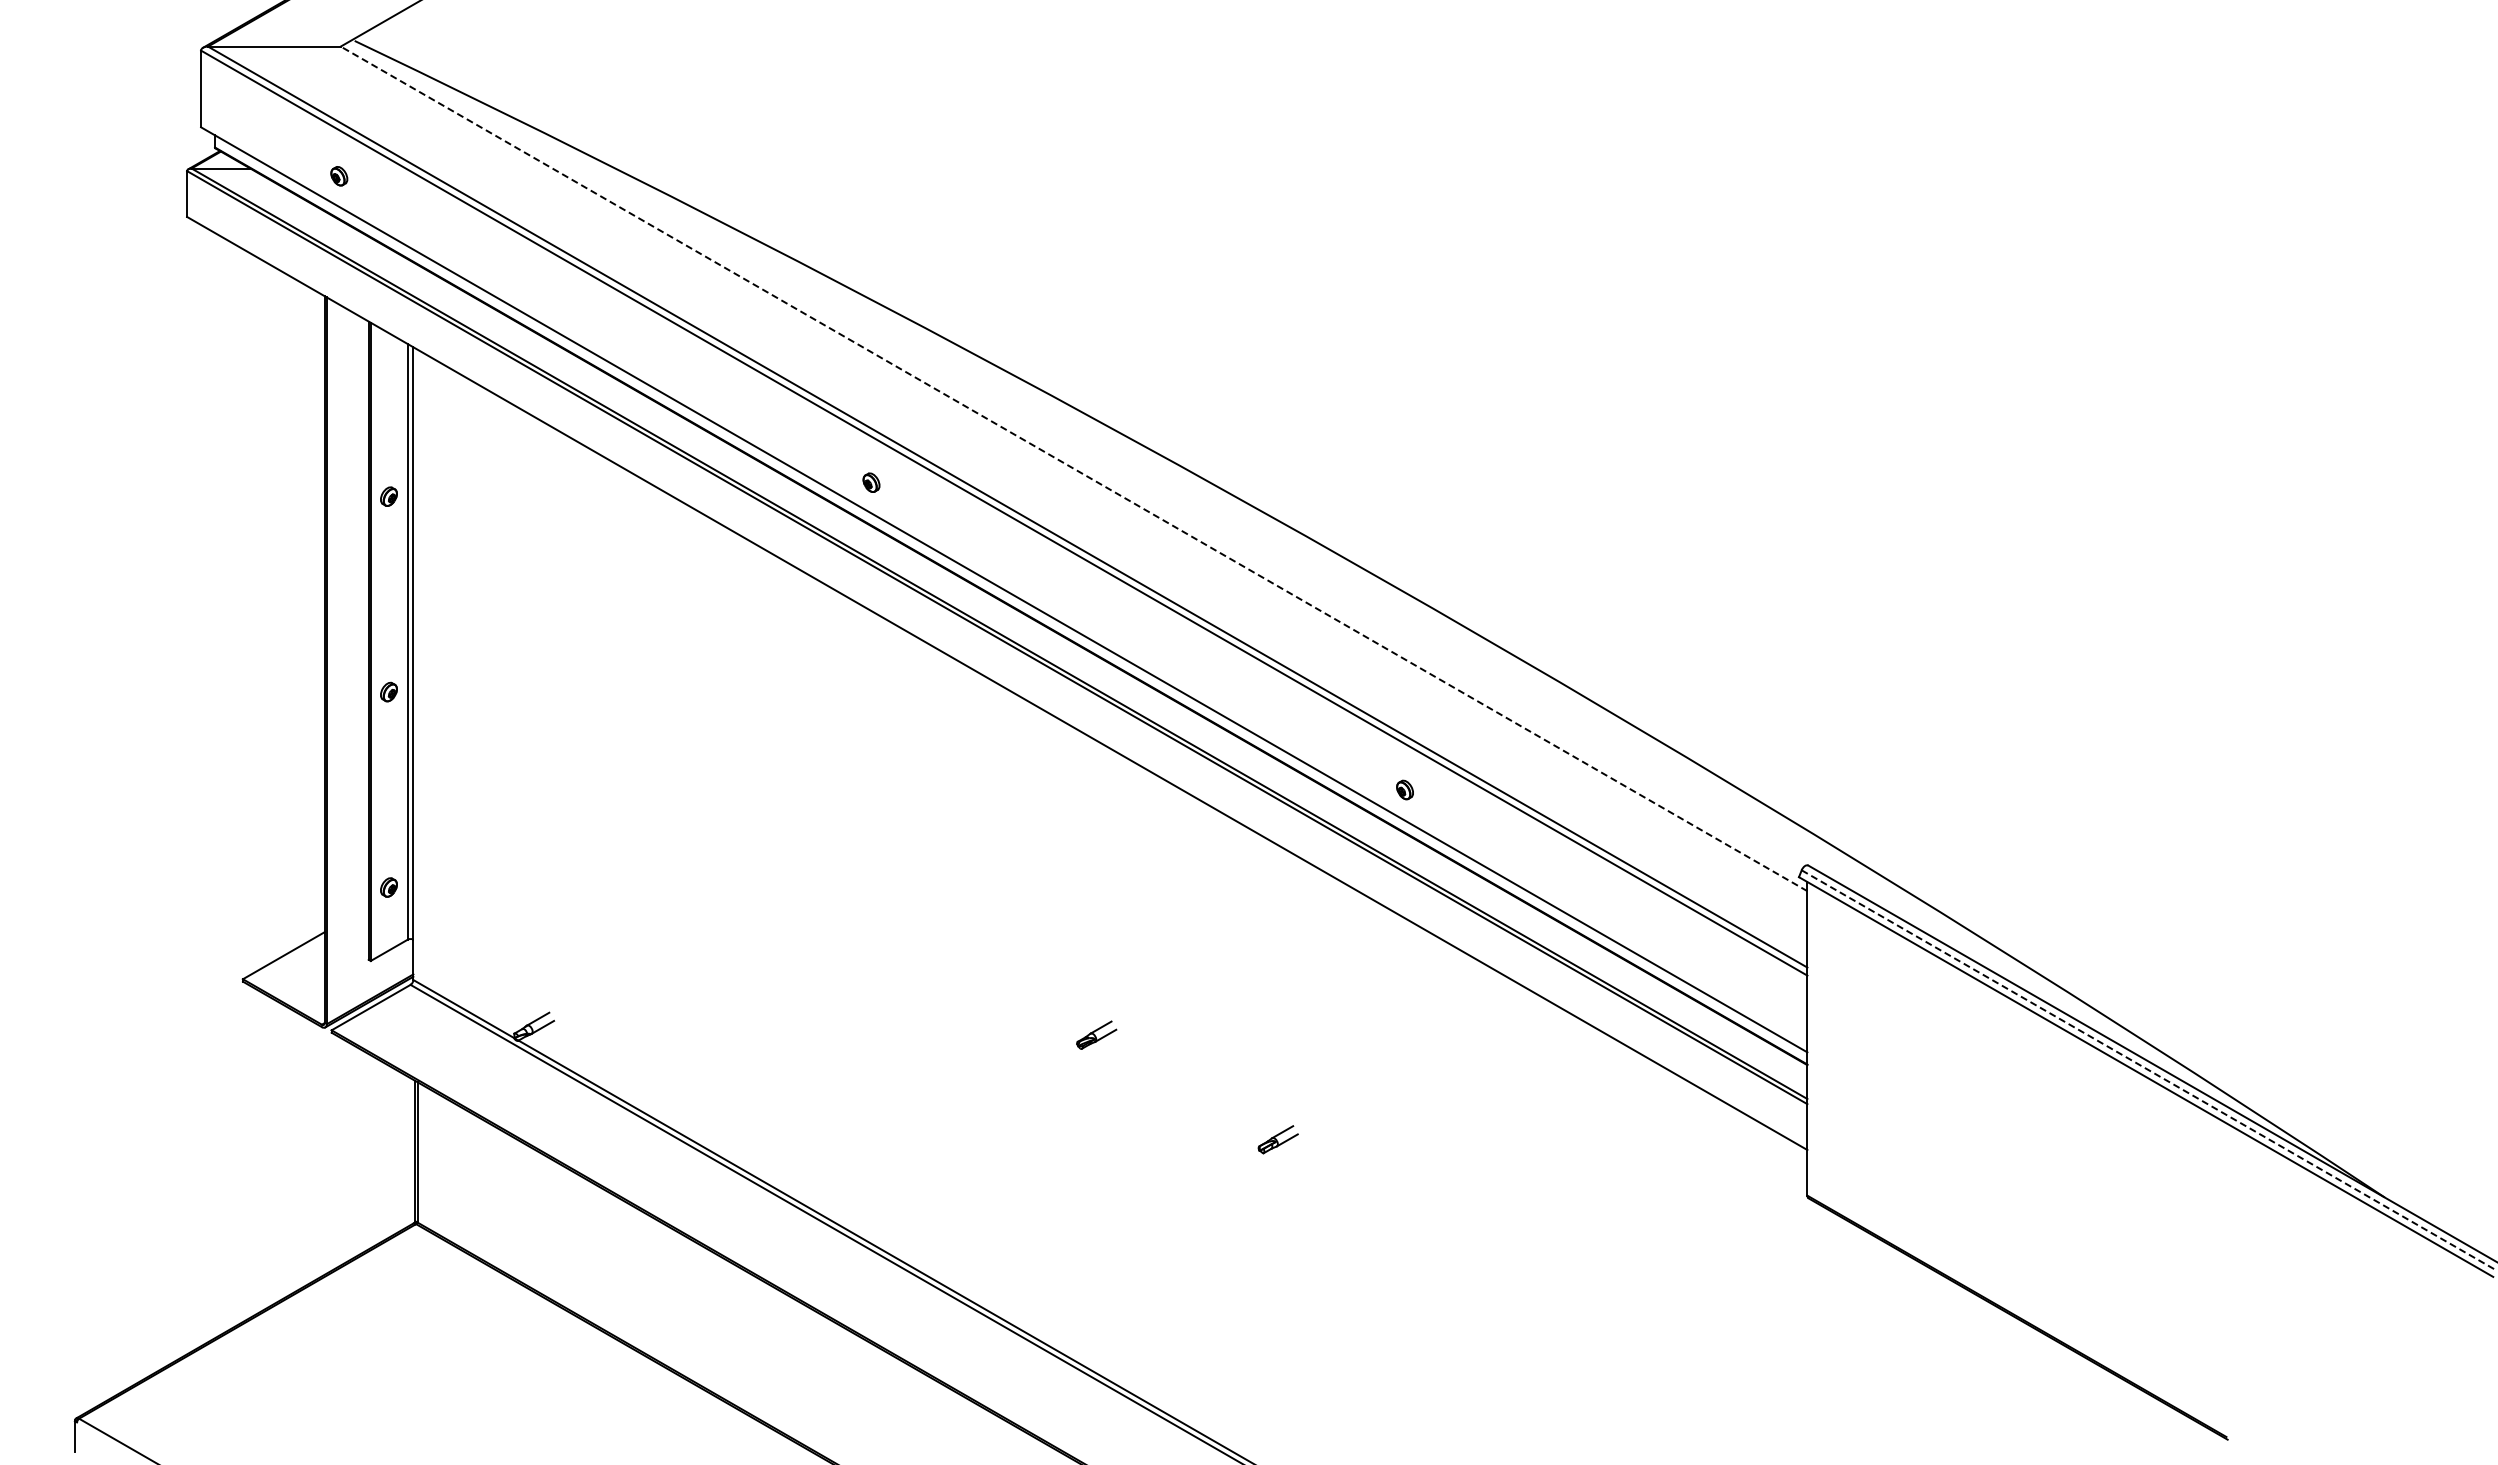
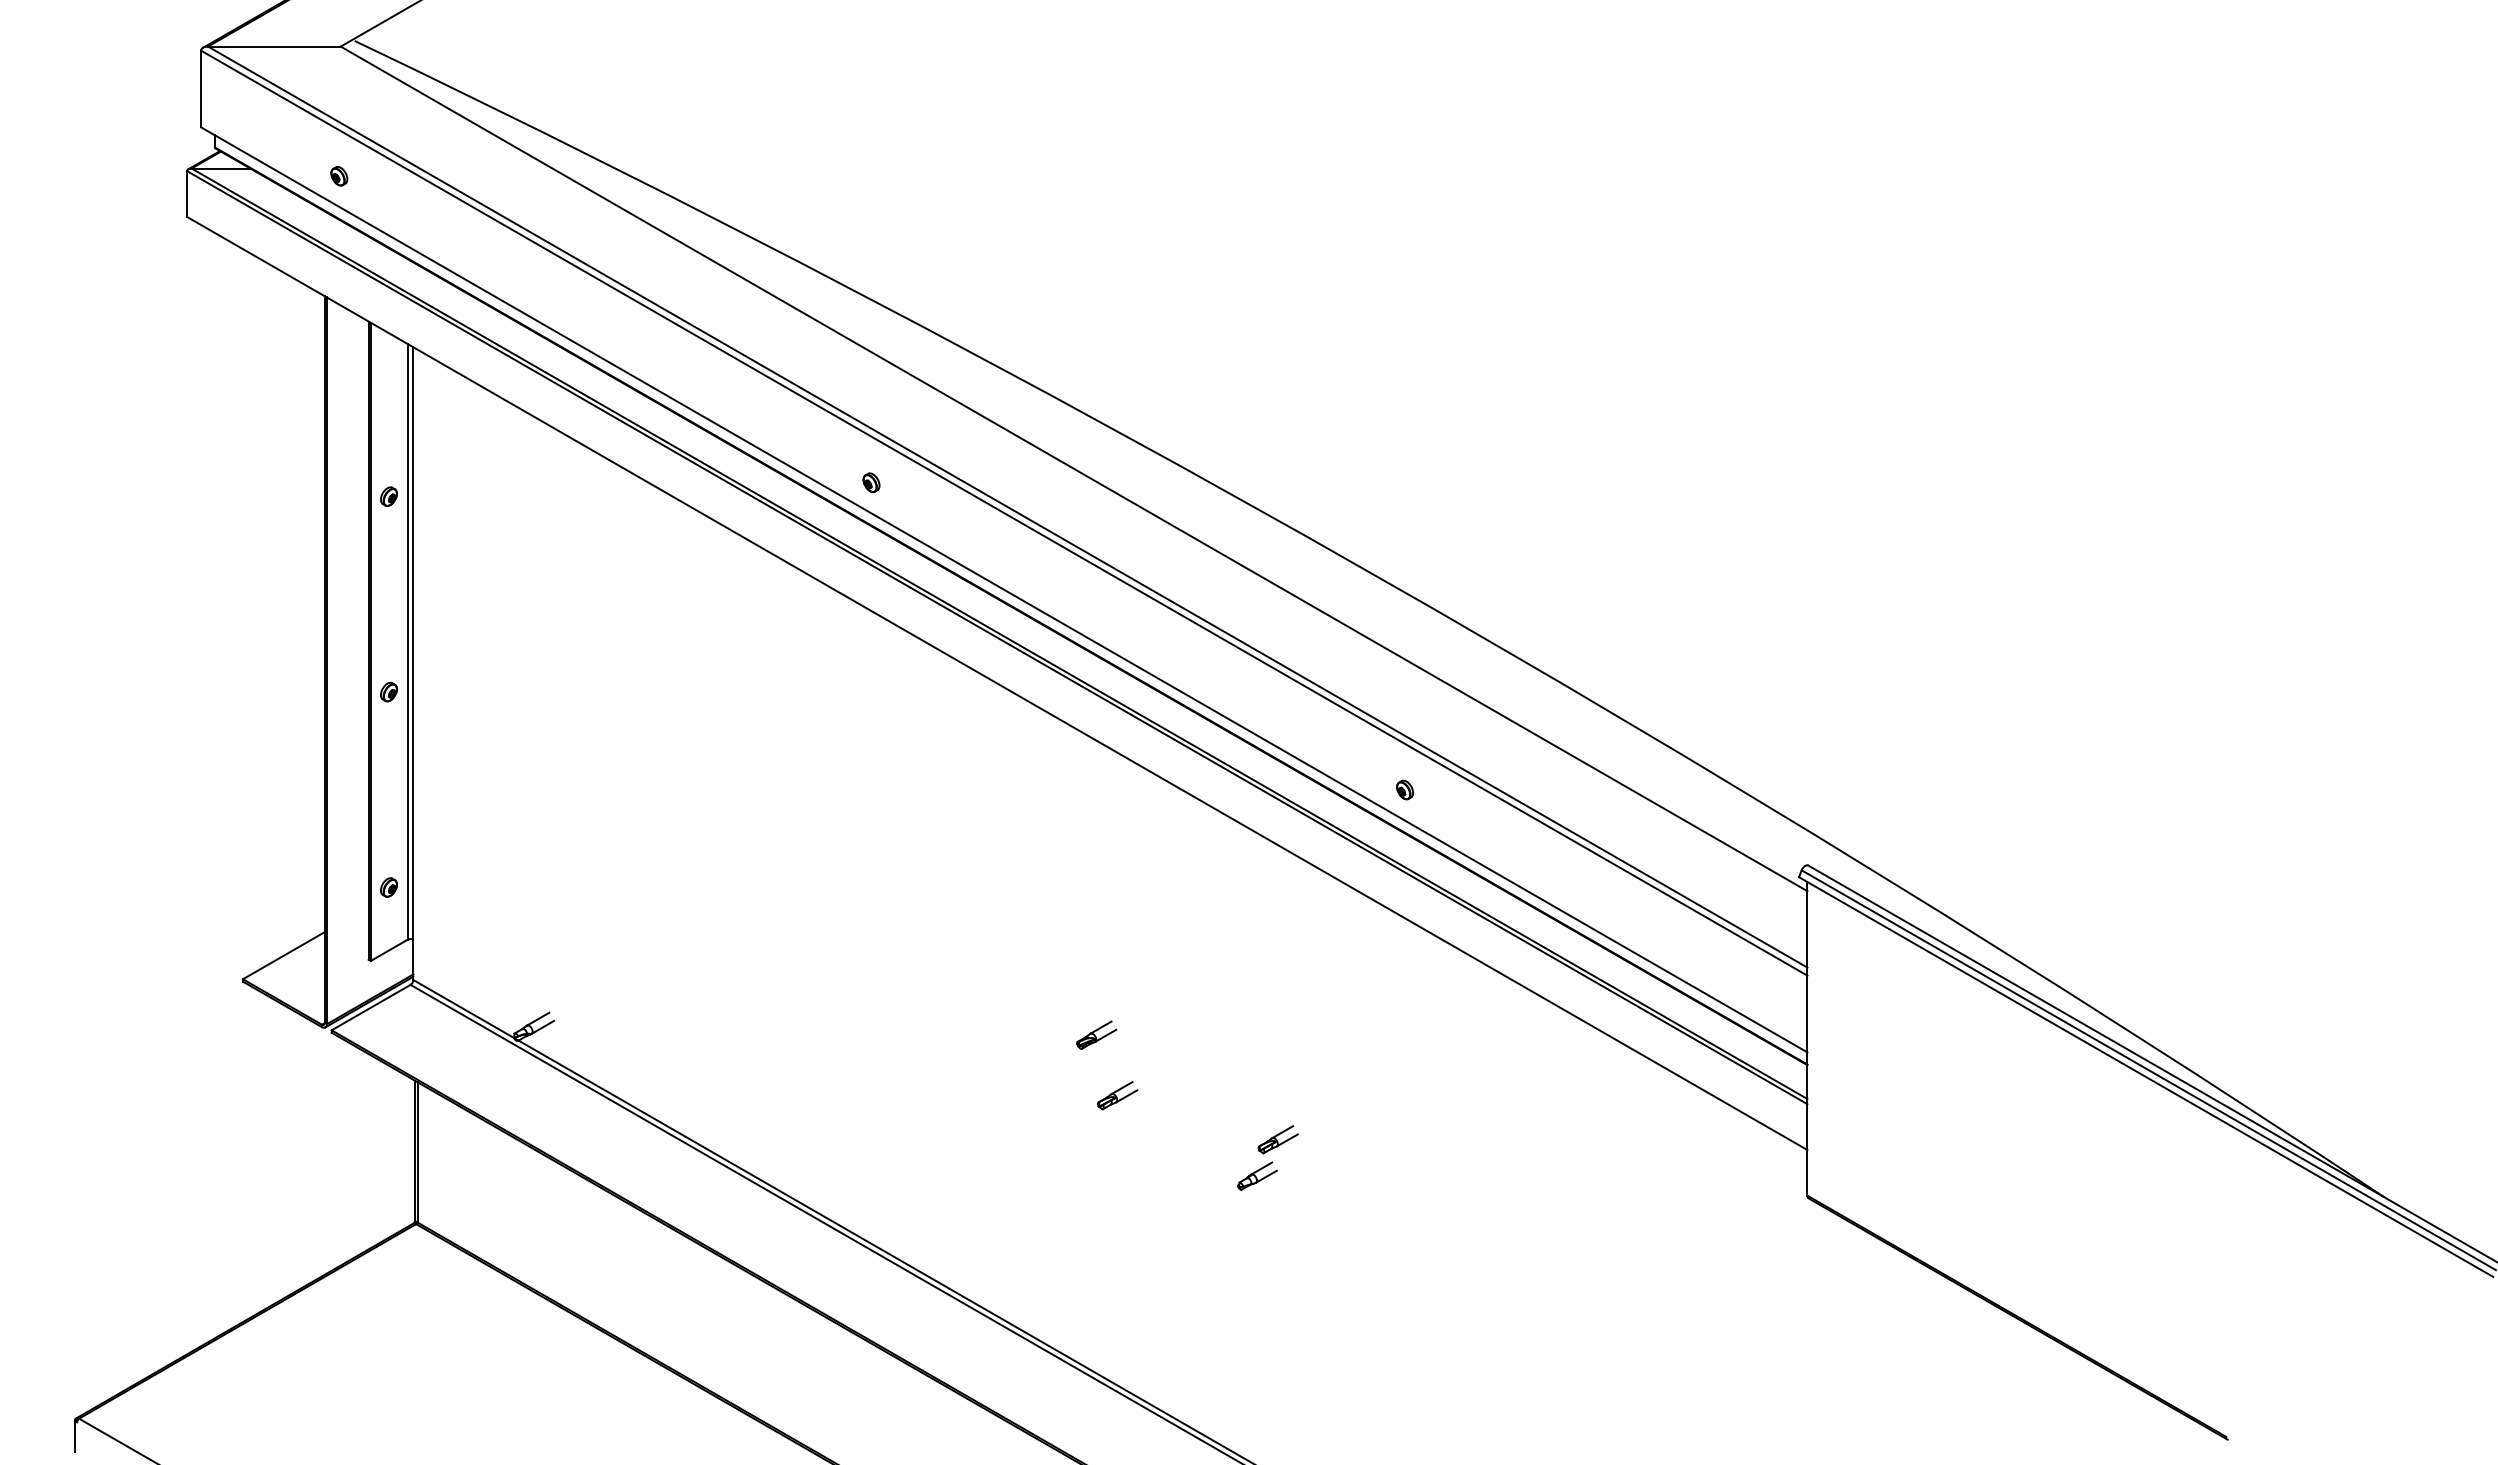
line at (1073, 468): dashed -> solid
line at (2148, 1070): dashed -> solid
part at (1117, 1095): none -> present
part at (1257, 1175): none -> present
